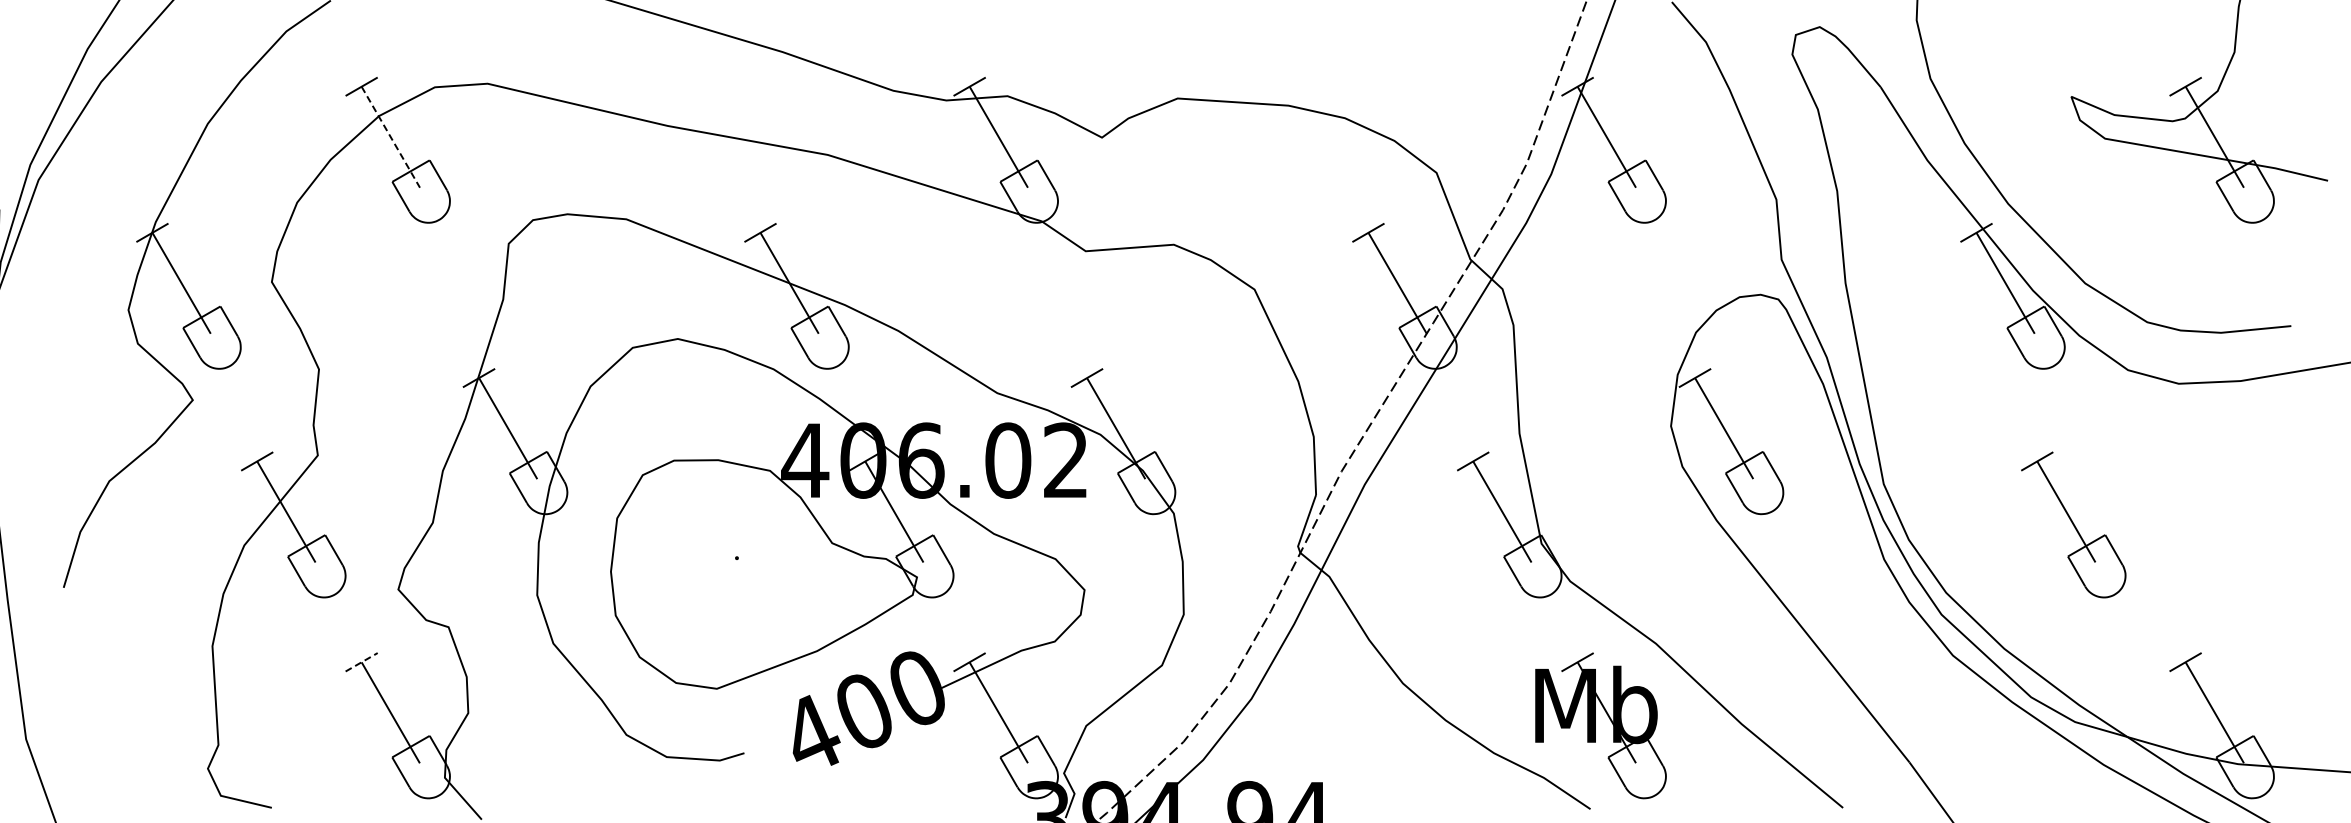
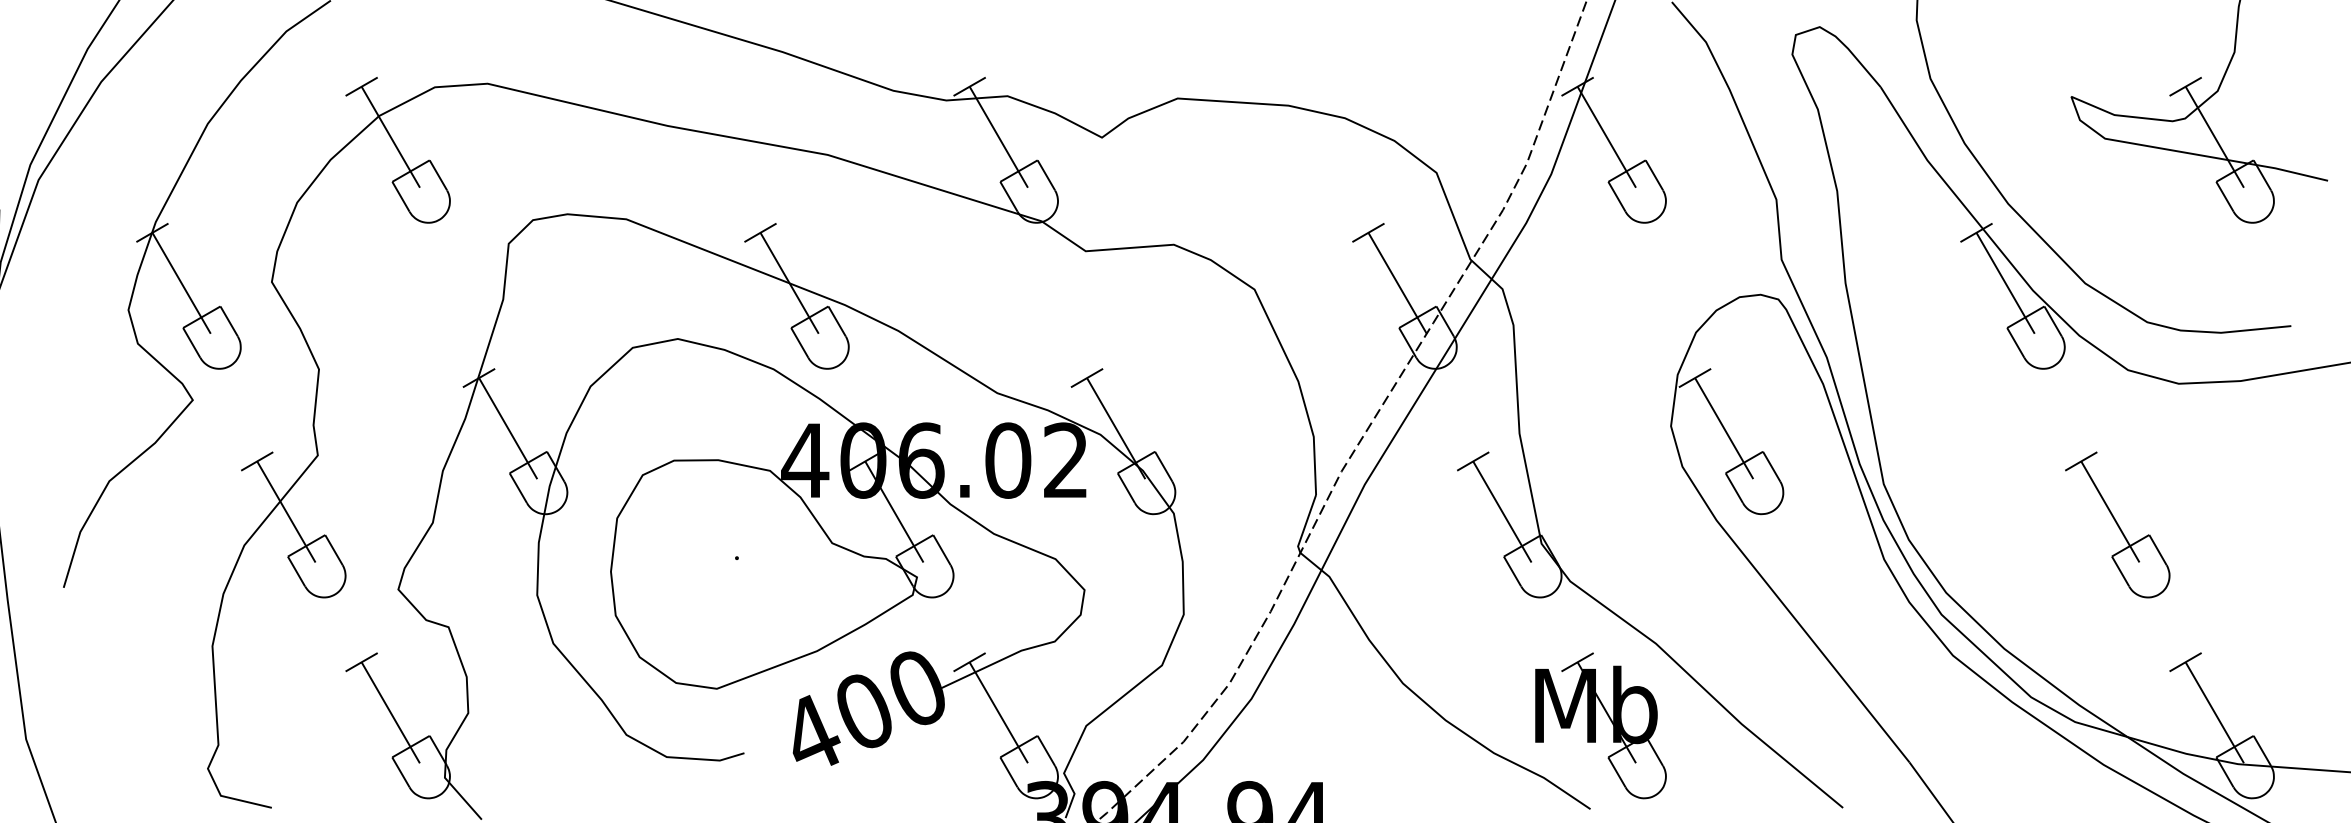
line at (391, 137): dashed -> solid
part at (2073, 524) position: (2073, 524) -> (2117, 524)
line at (361, 662): dashed -> solid
